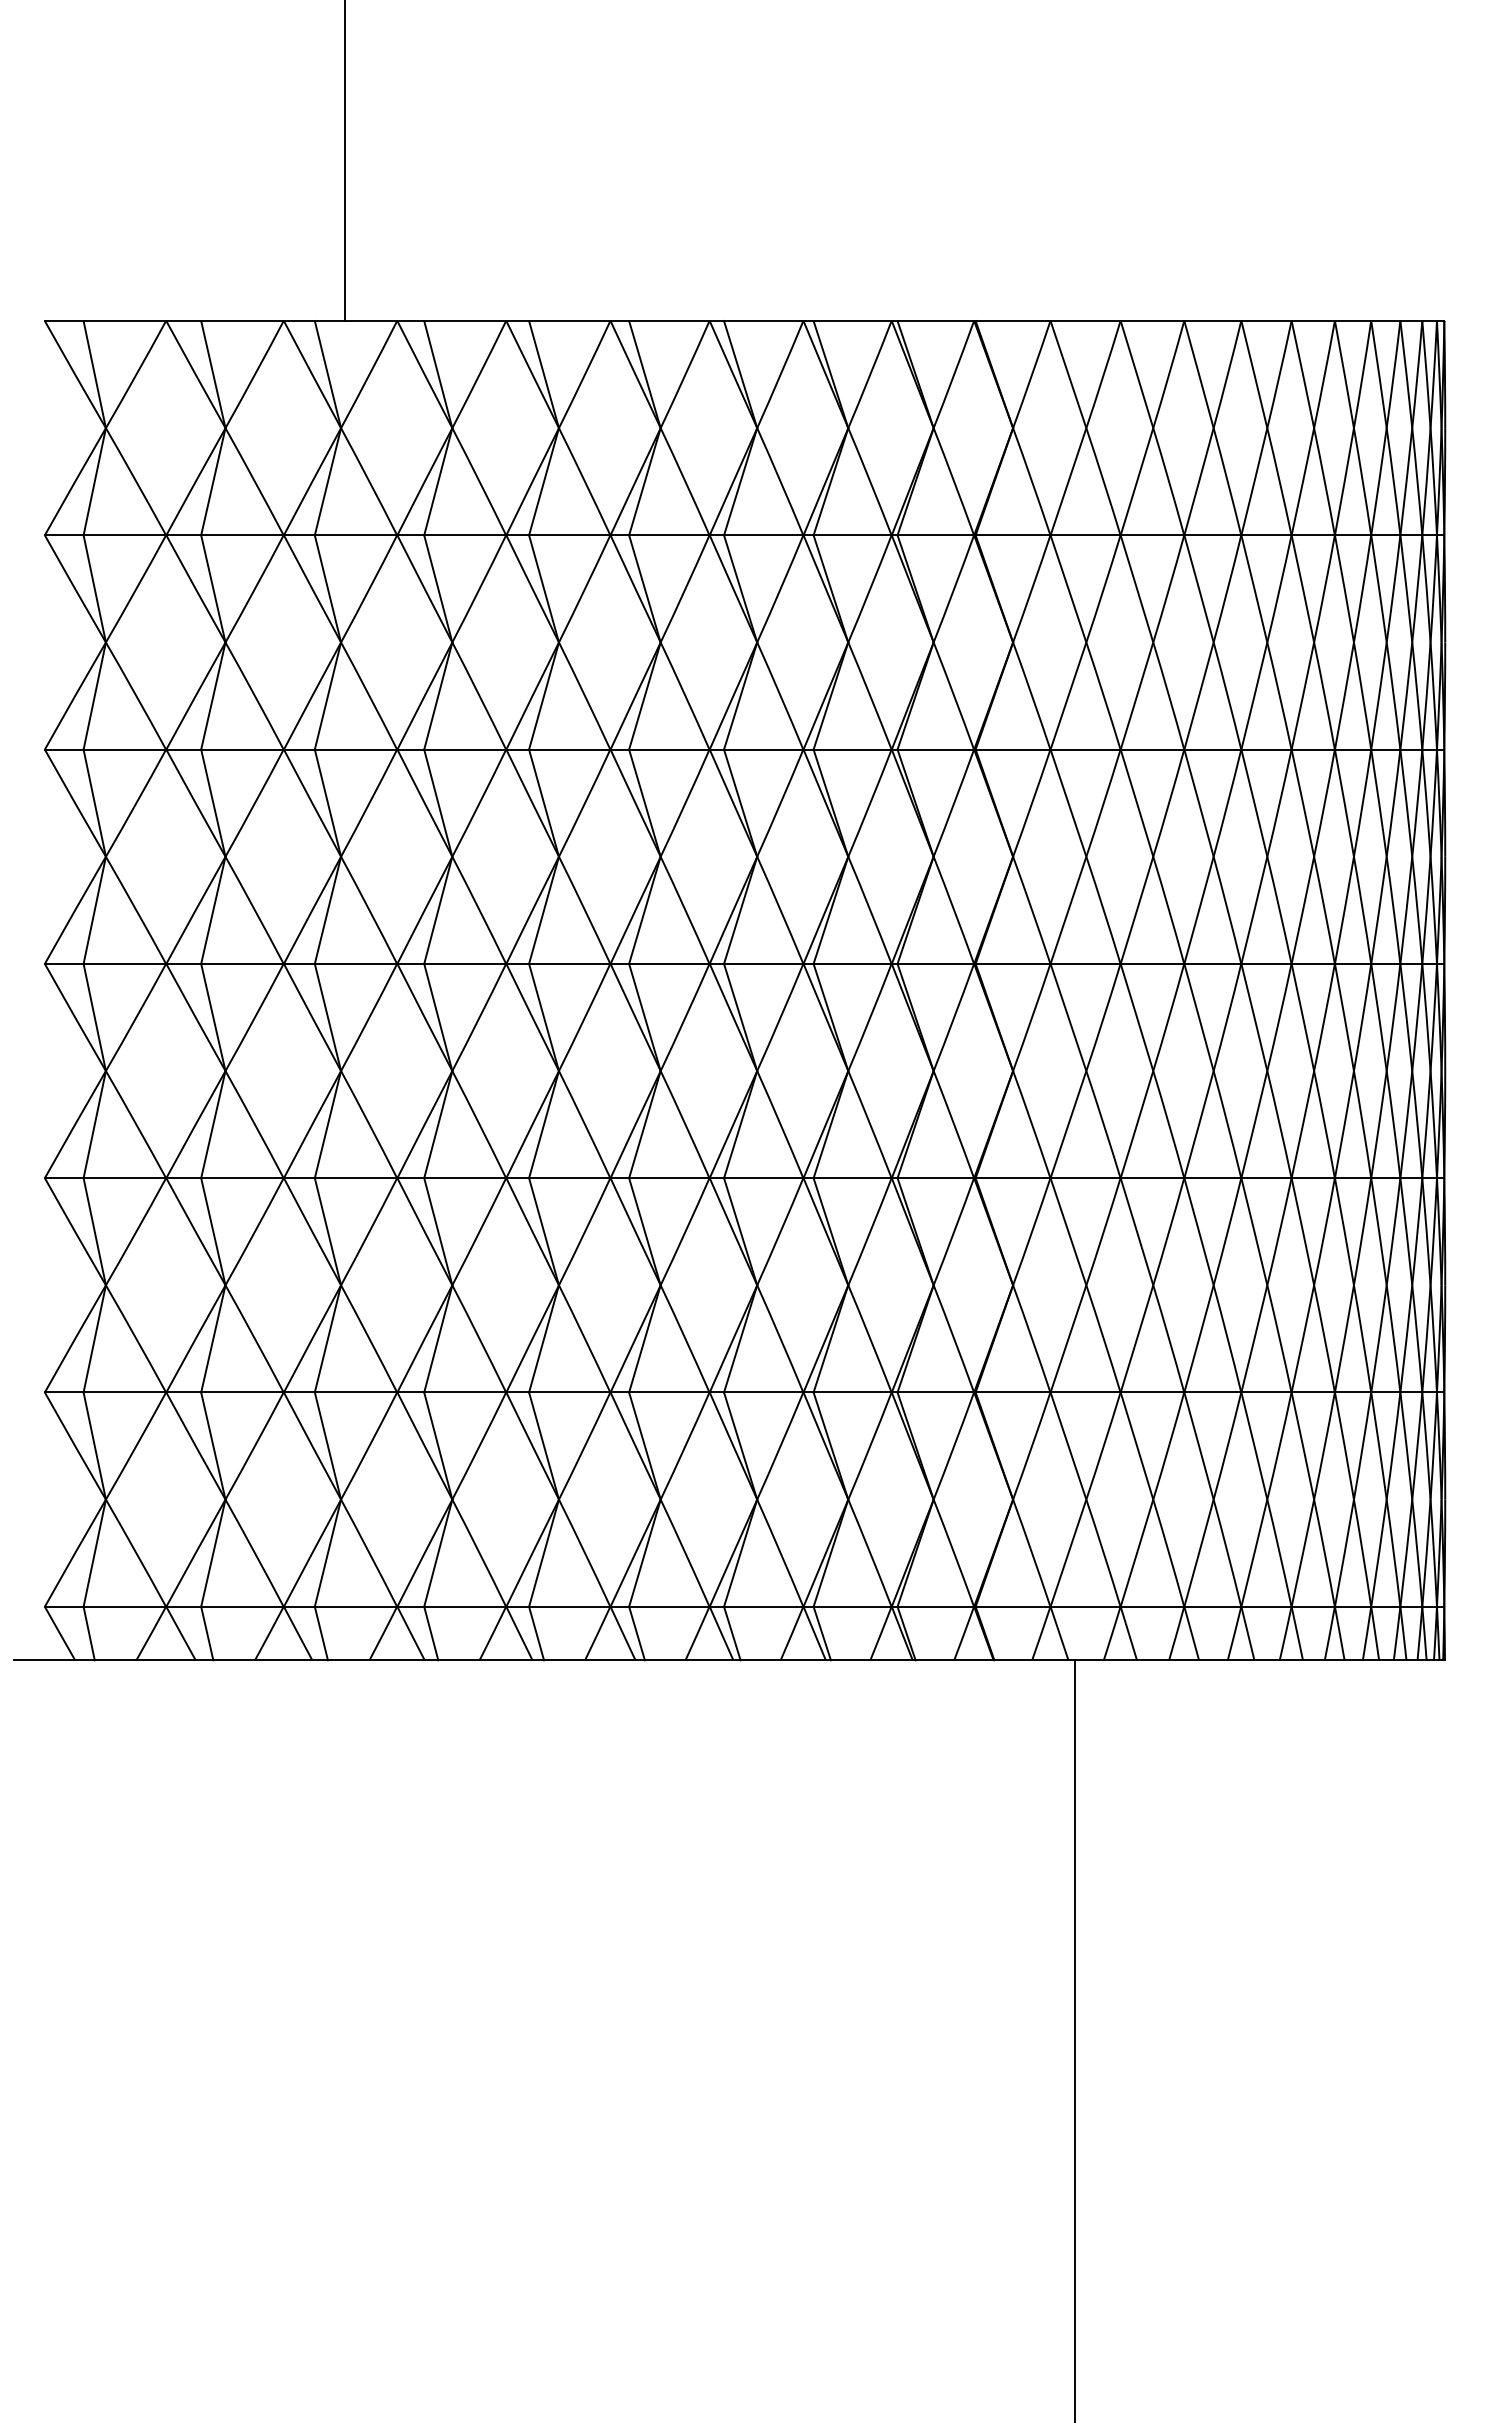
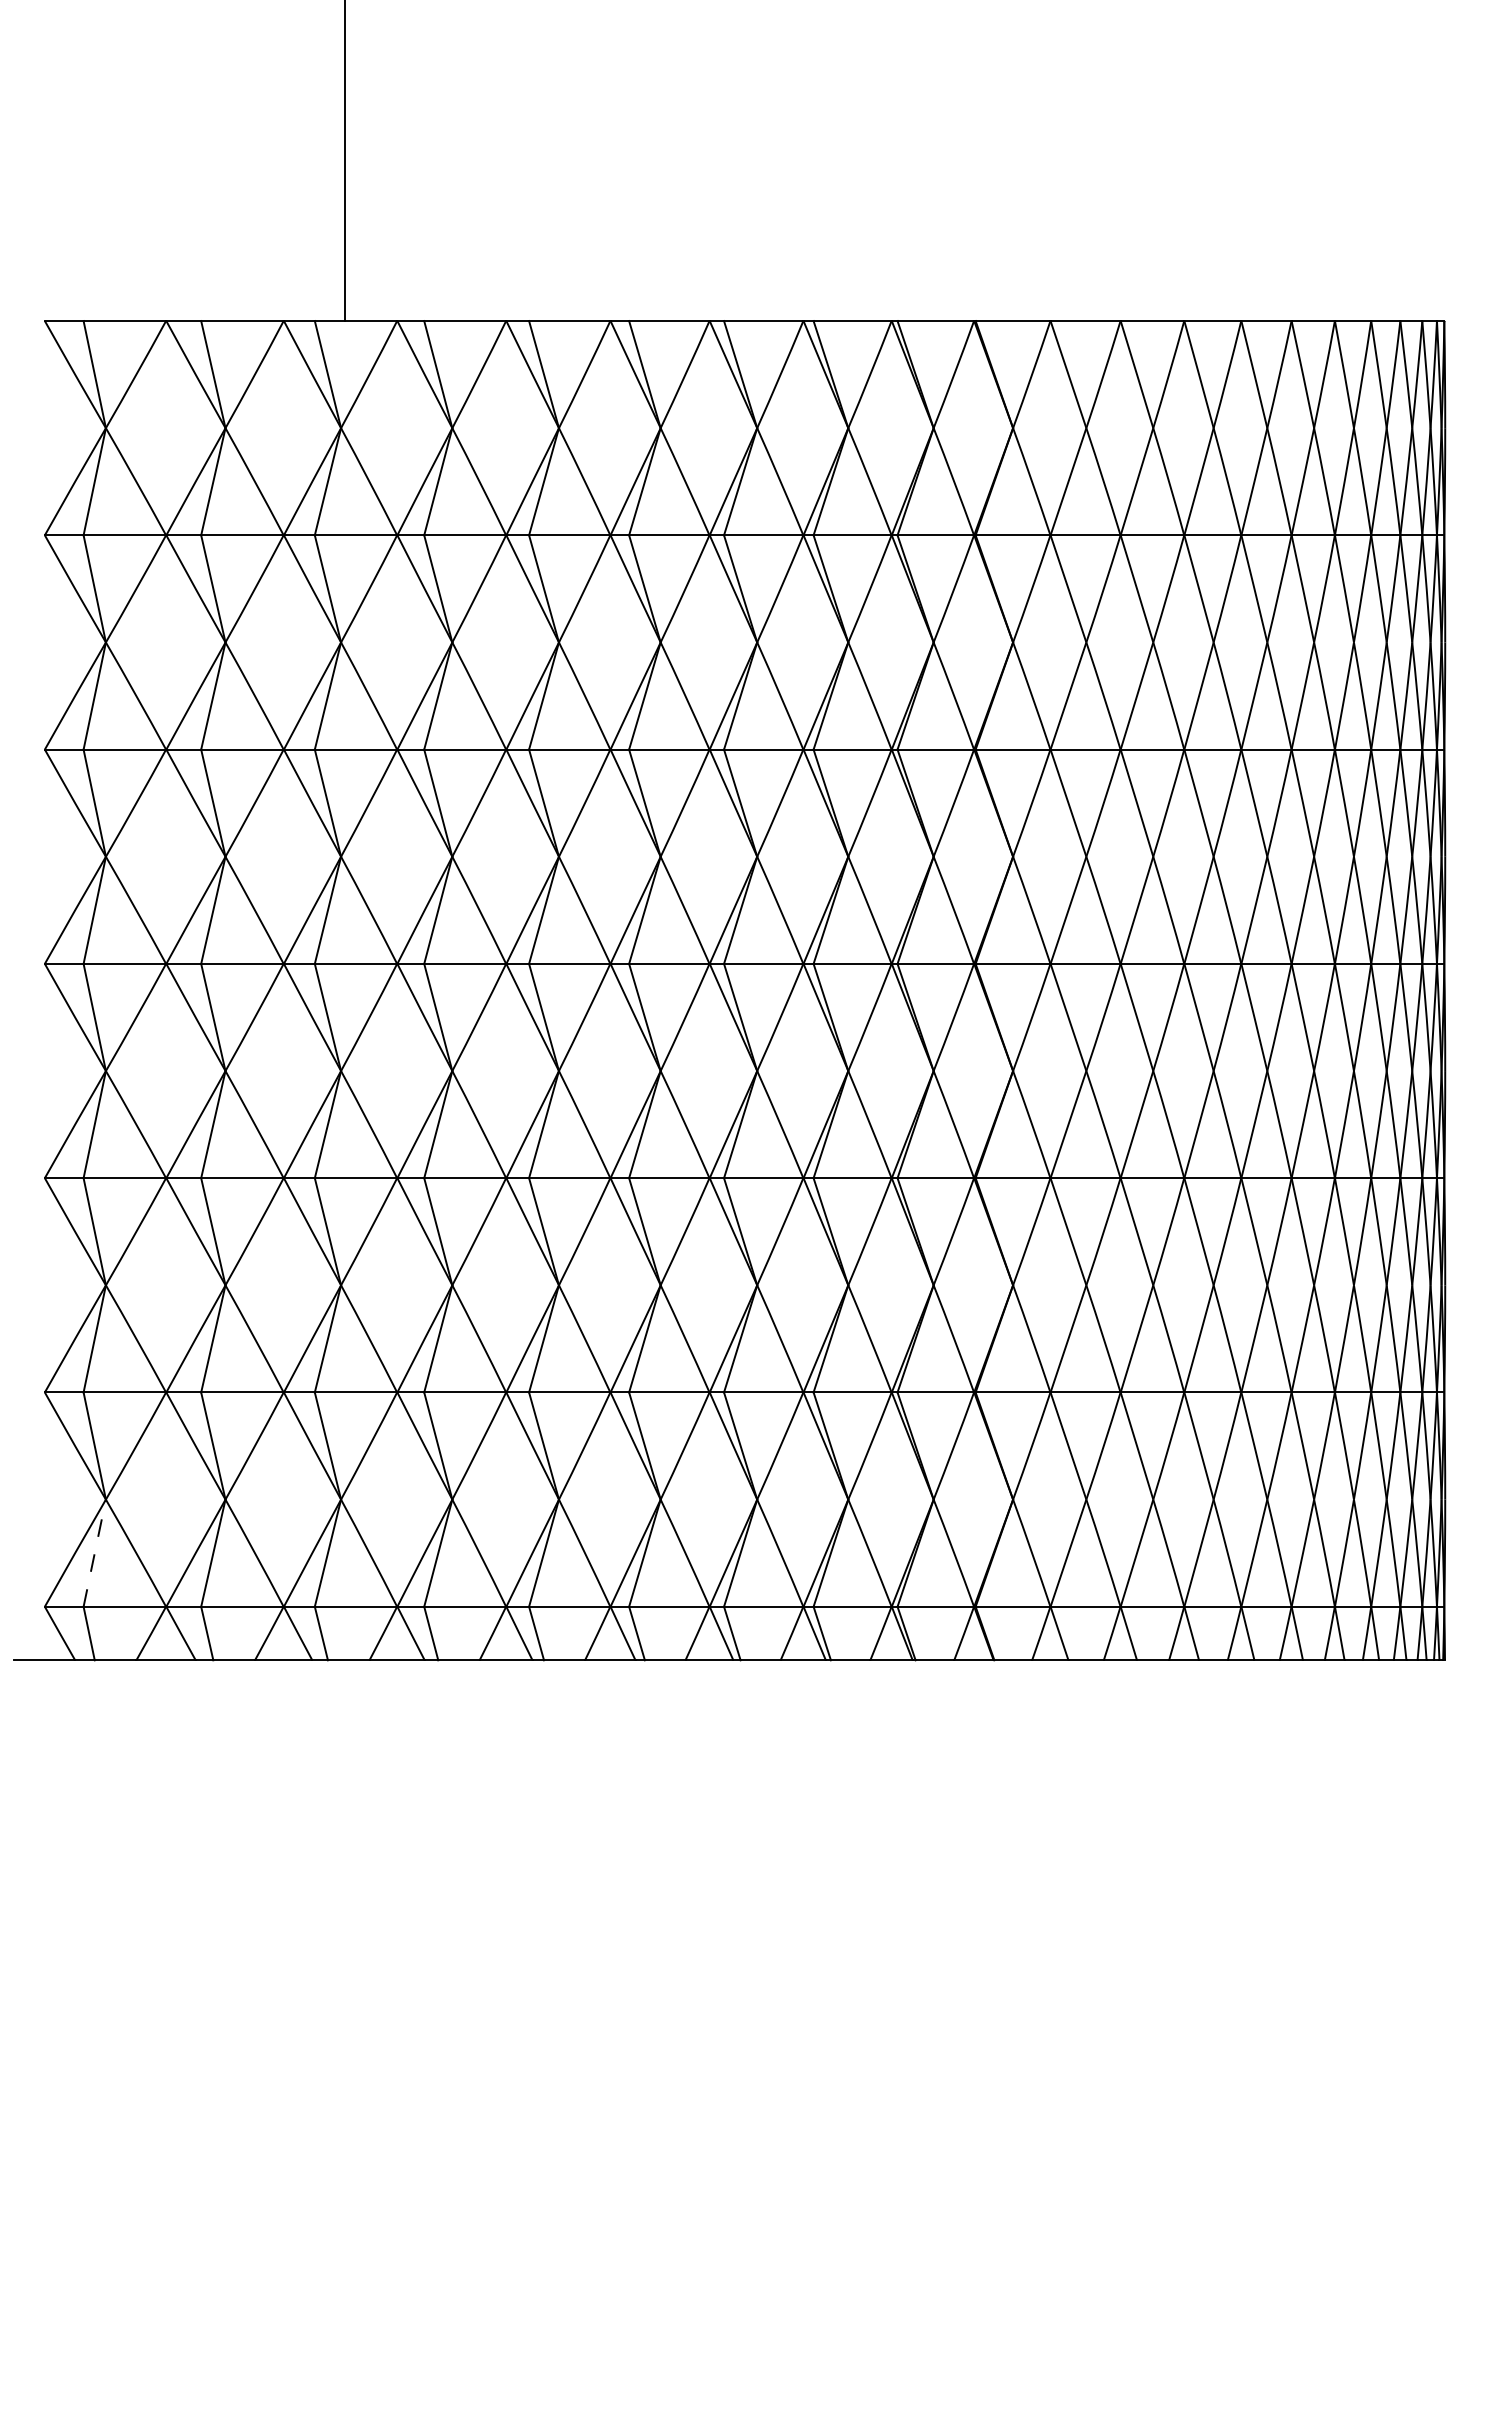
line at (94, 1553): solid -> dashed
line at (1074, 2039): present -> none
